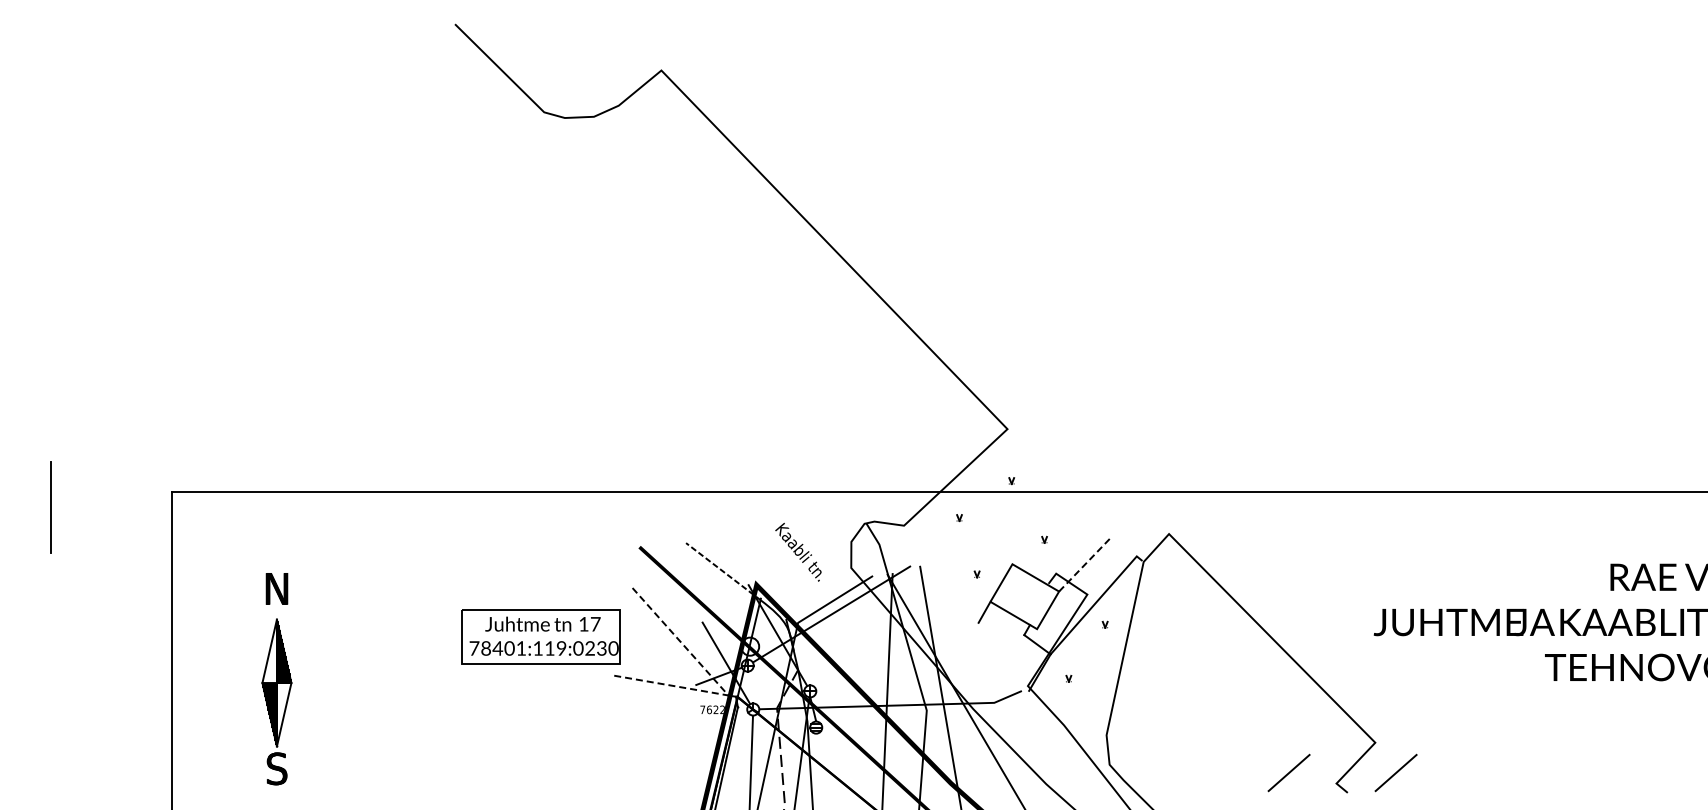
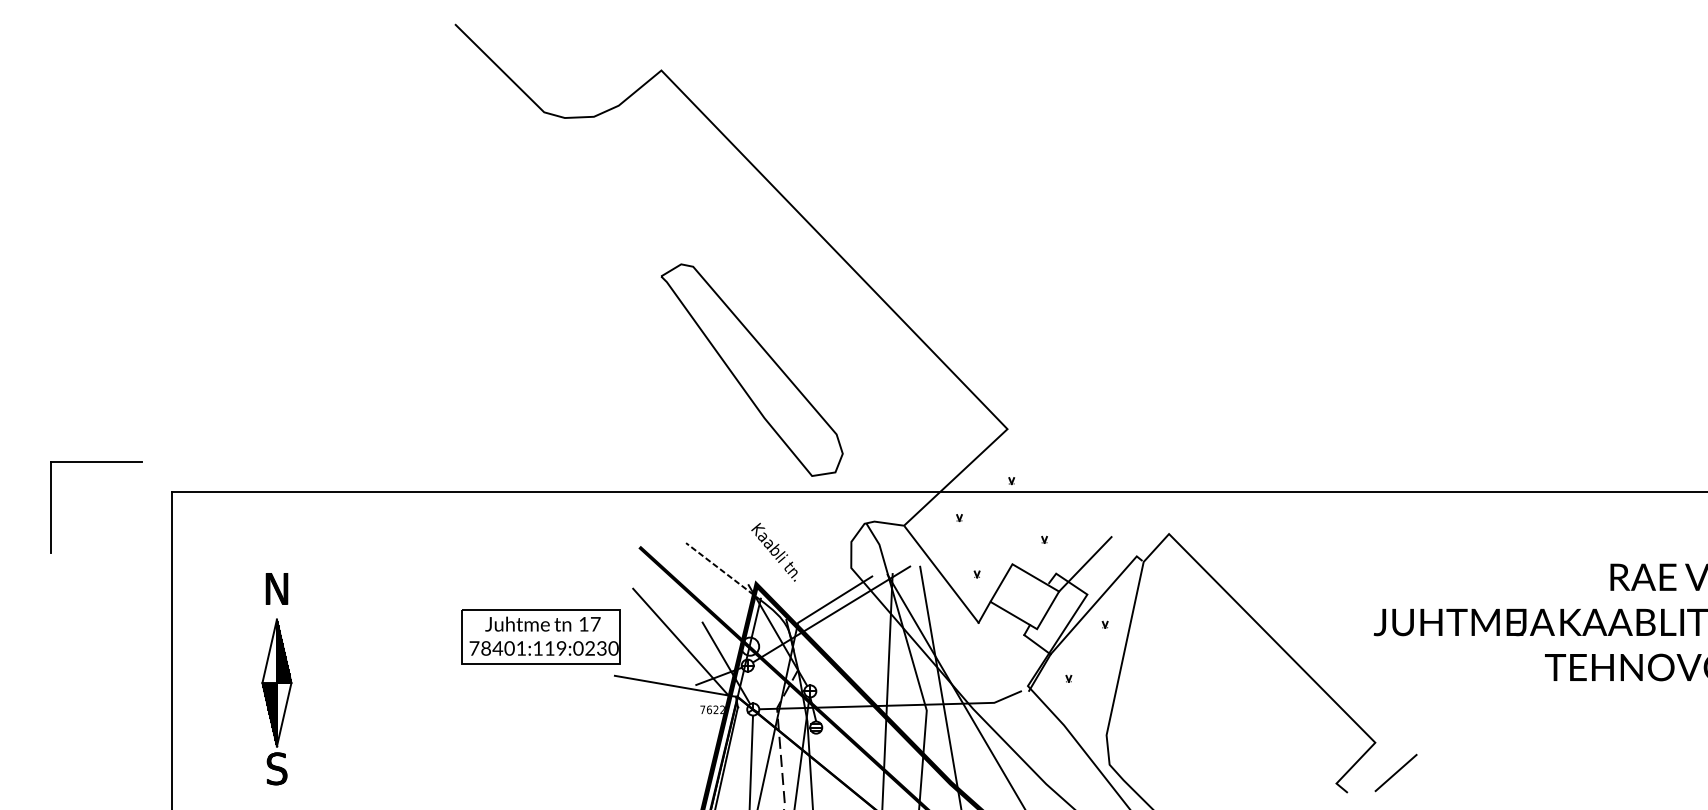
part at (751, 369): none -> present
line at (96, 461): none -> present
text at (798, 551) position: (798, 551) -> (774, 551)
line at (1085, 564): dashed -> solid
line at (941, 574): none -> present
line at (719, 685): dashed -> solid
line at (1288, 772): present -> none
